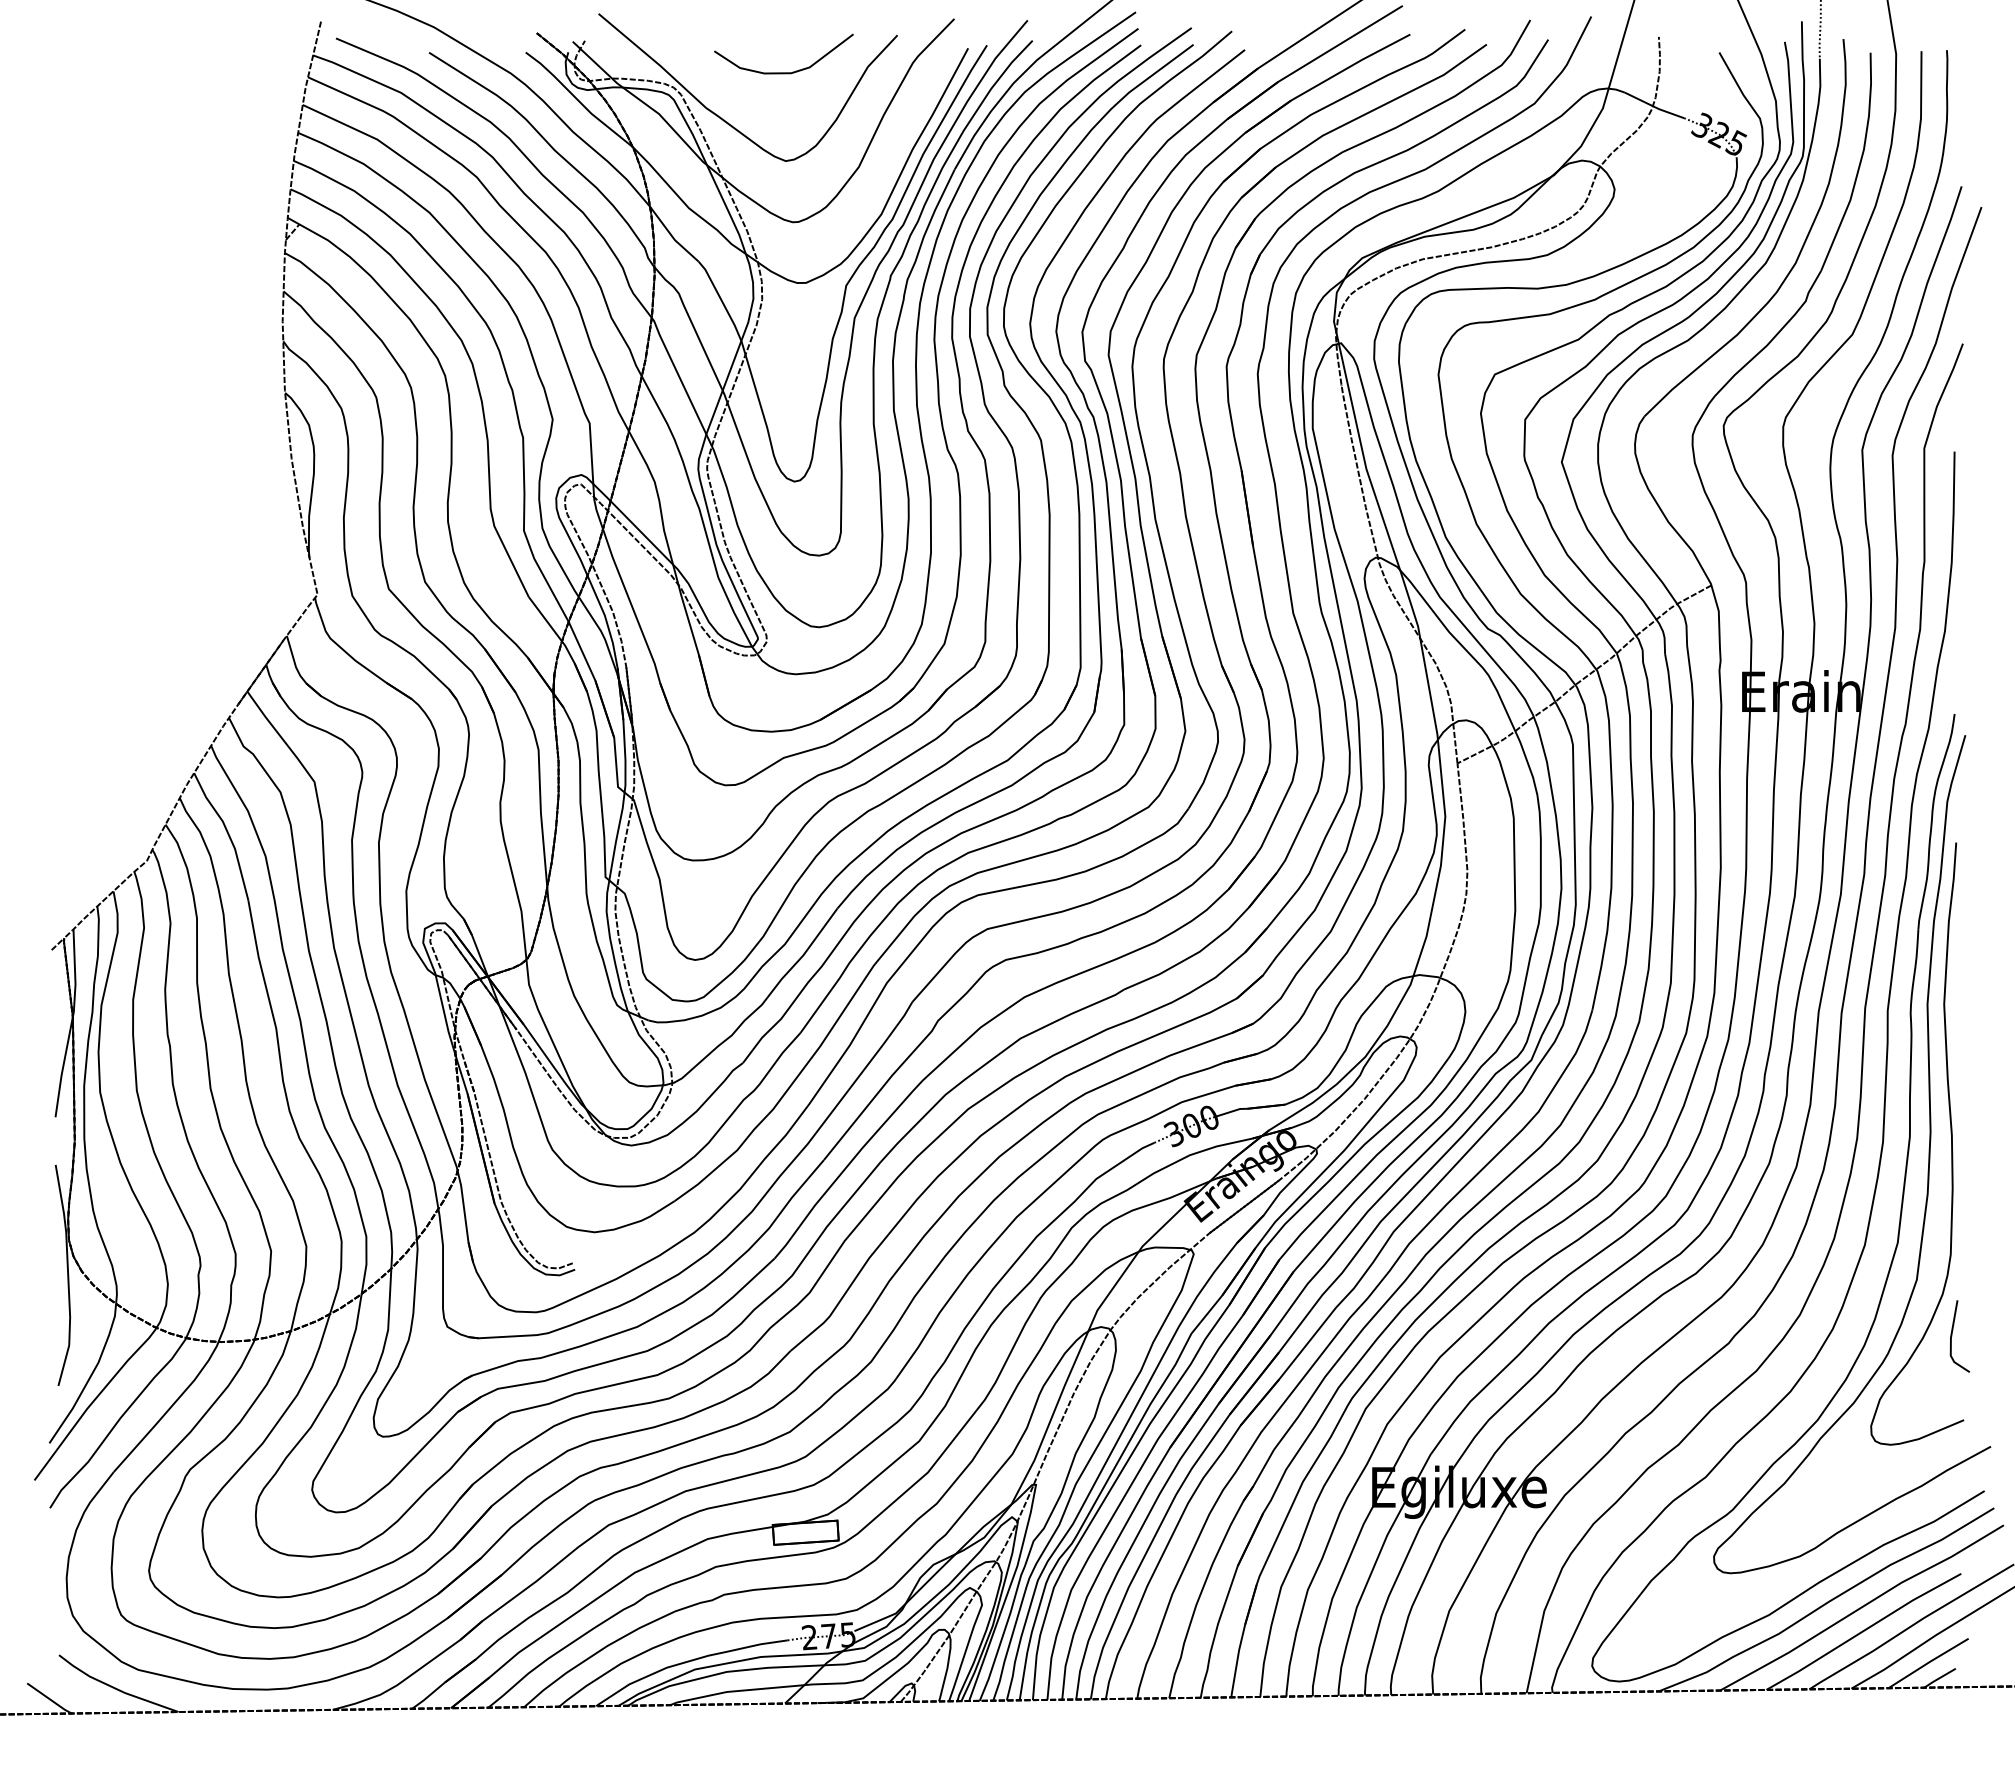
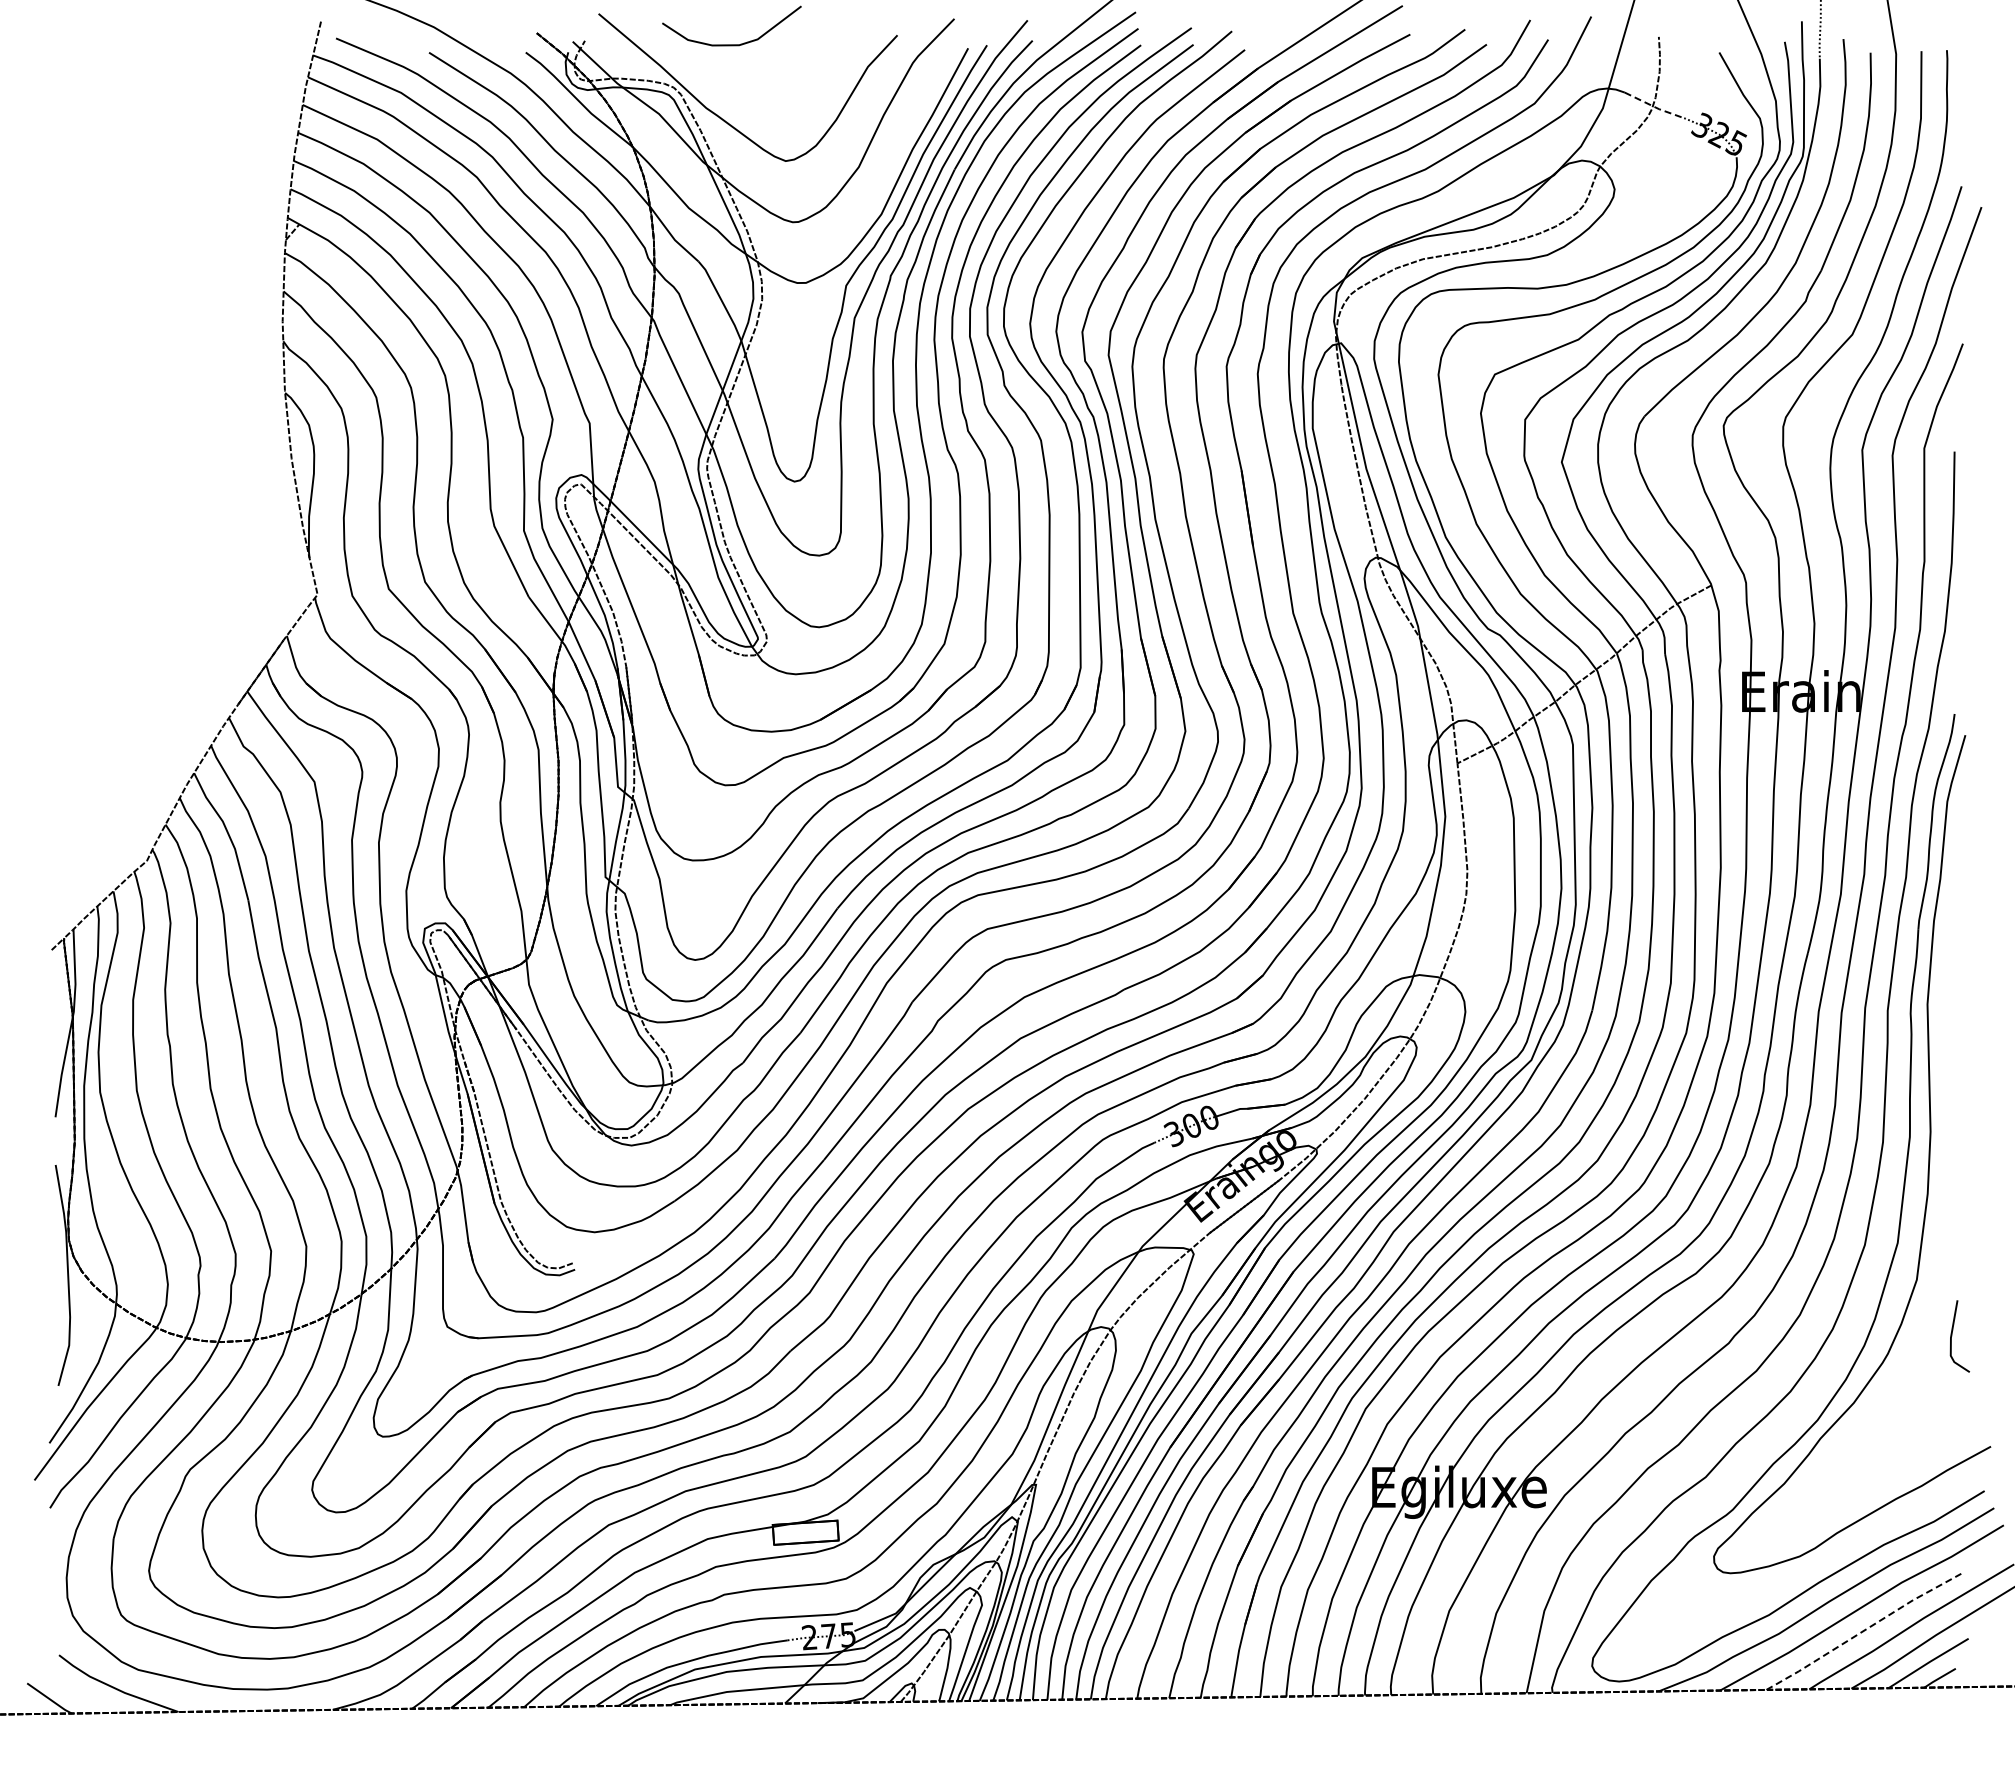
curve at (783, 72) position: (783, 72) -> (731, 44)
line at (1654, 107): solid -> dashed
curve at (1951, 1143): present -> none
line at (1863, 1630): solid -> dashed
